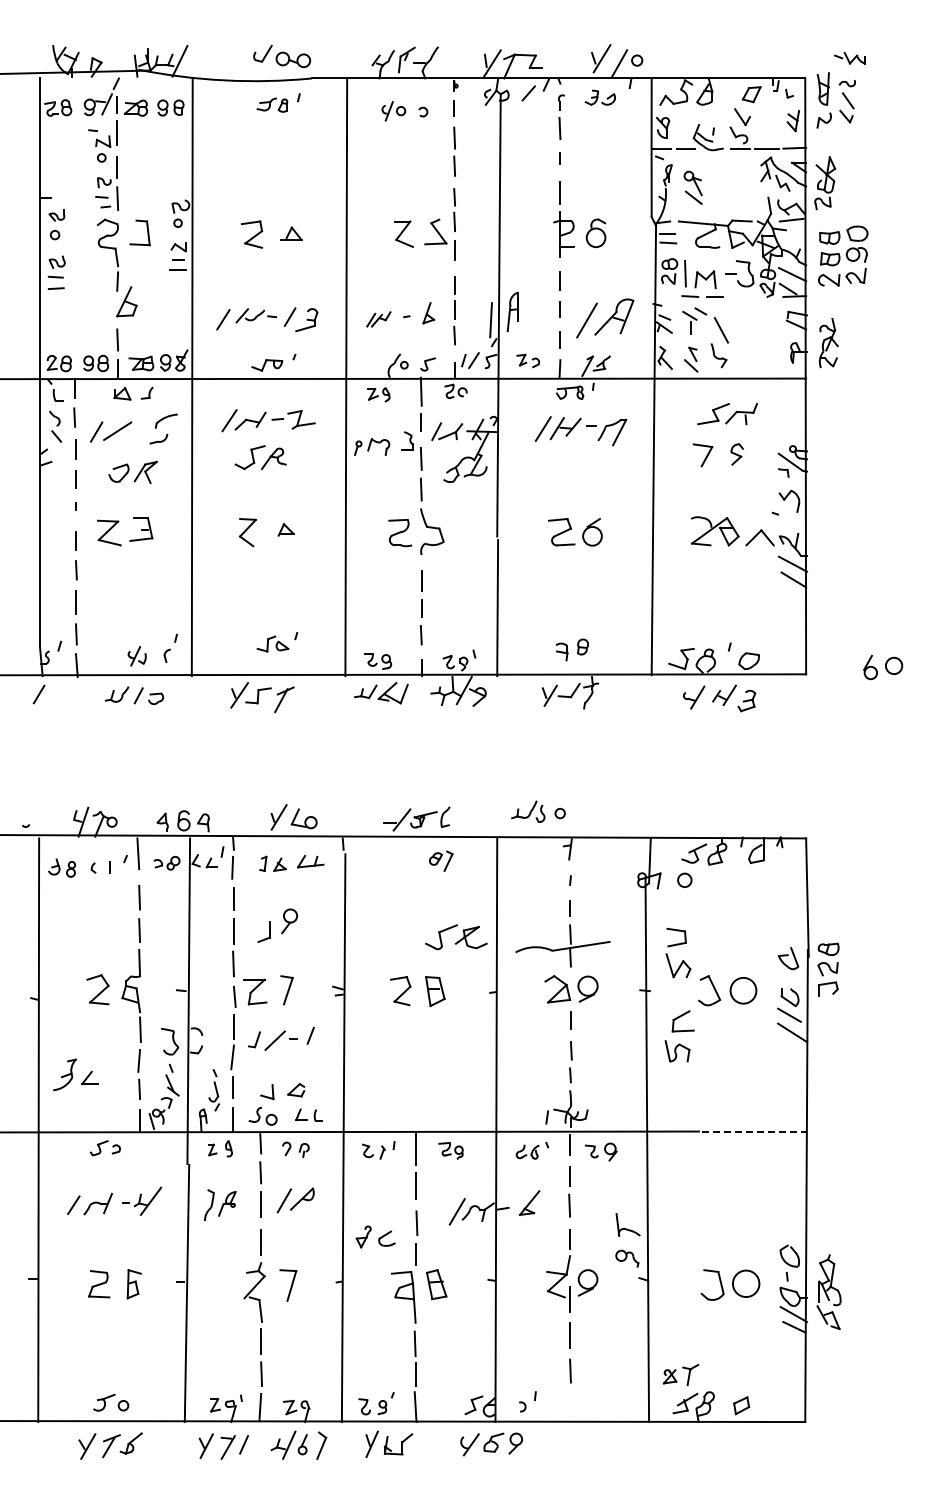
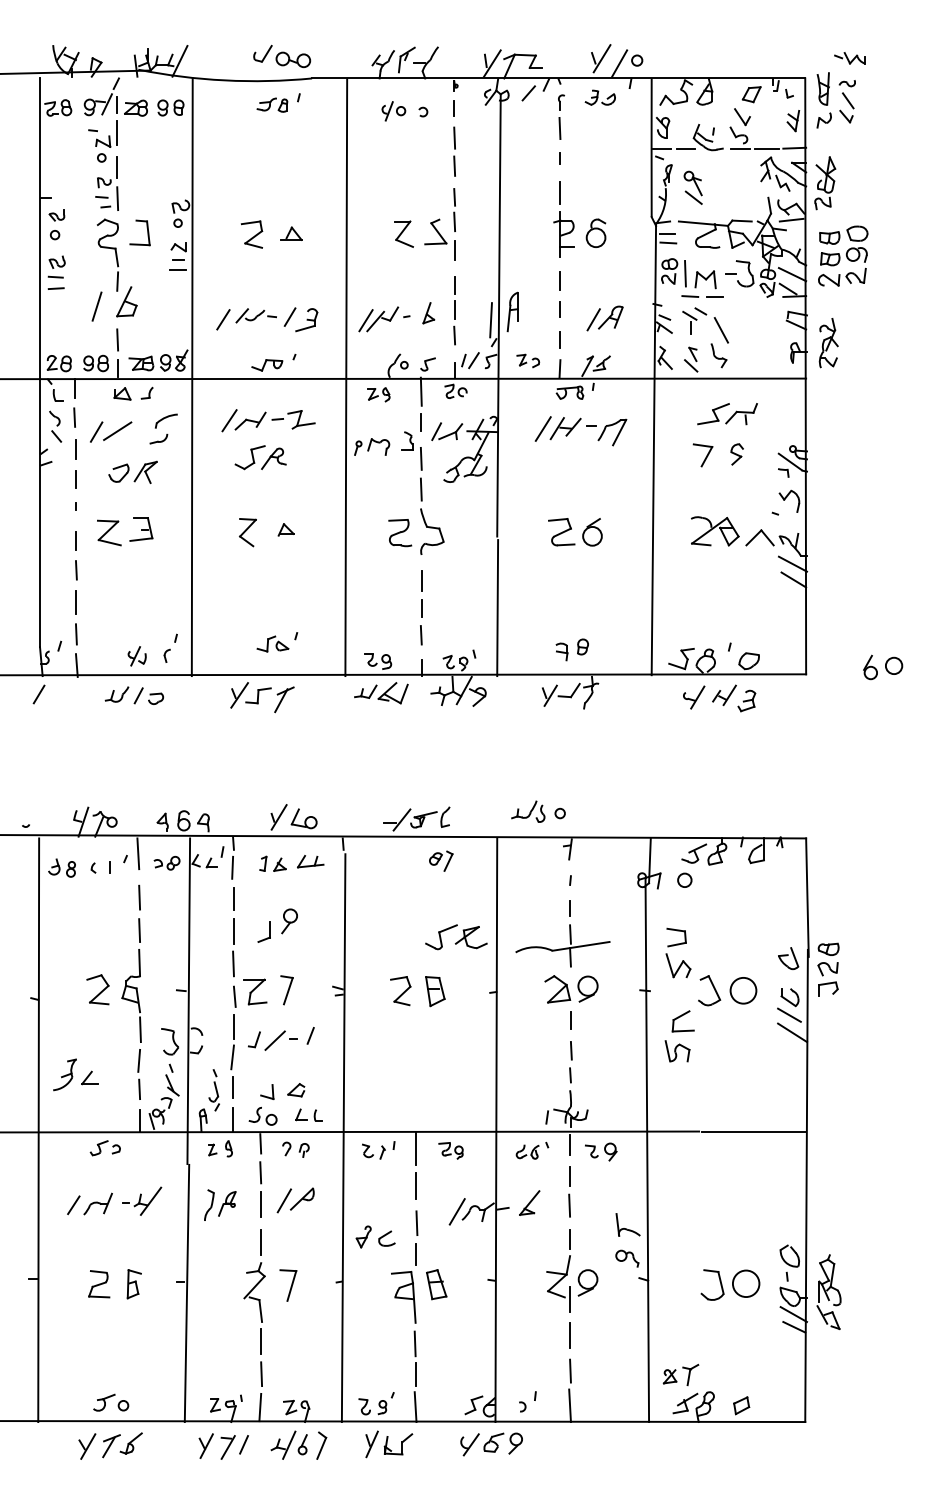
line at (96, 306): none -> present
part at (605, 318) size: 59x41 px -> 38x27 px
part at (378, 319) size: 26x17 px -> 42x27 px
line at (754, 1131): dashed -> solid
line at (569, 1405): none -> present
